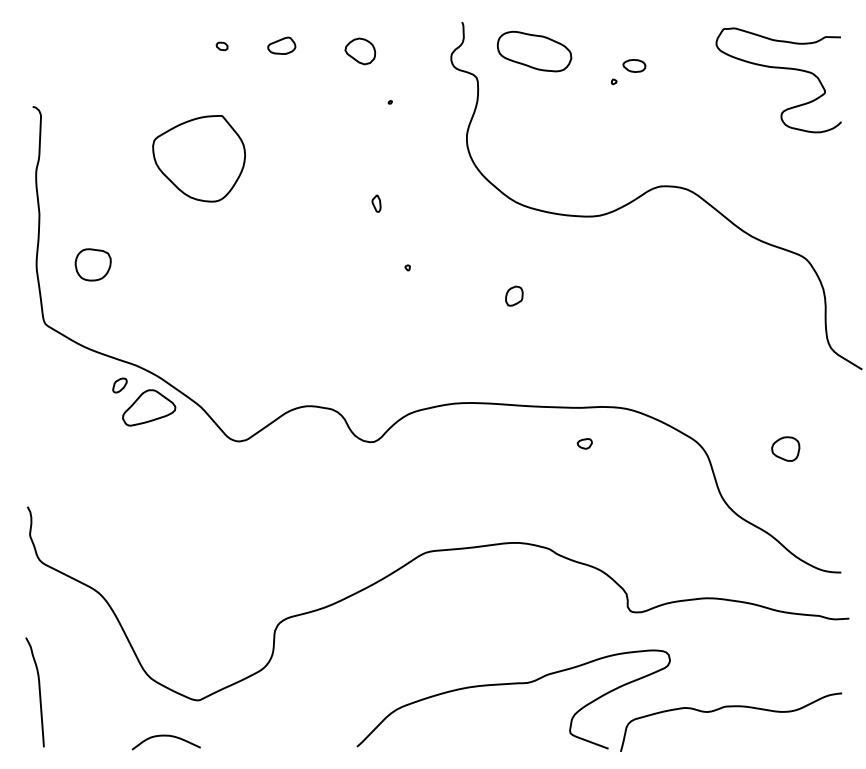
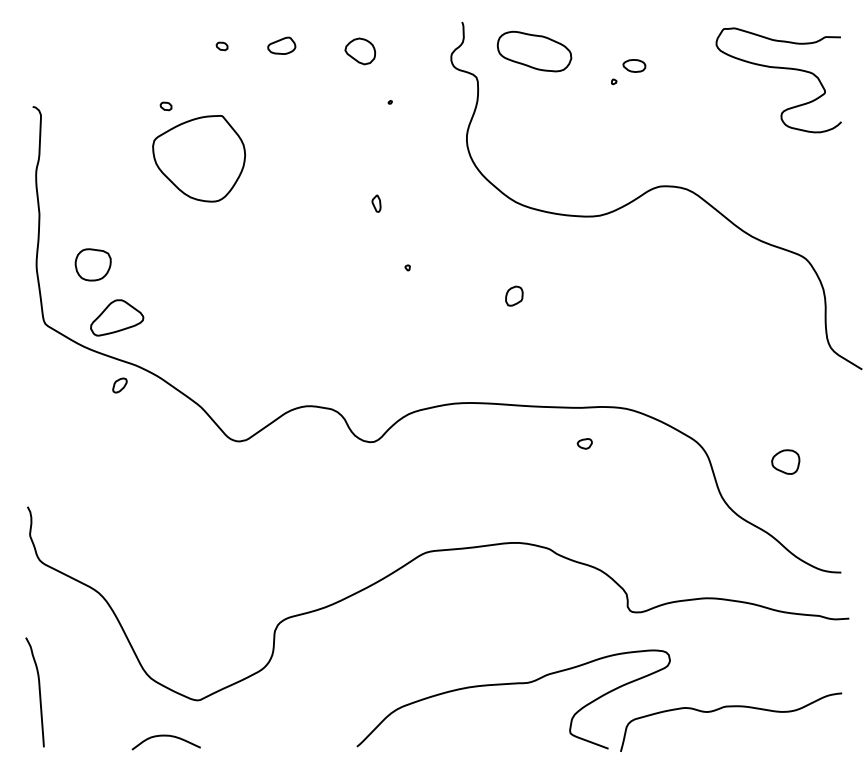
part at (165, 106): none -> present
part at (149, 407) position: (149, 407) -> (117, 317)
part at (785, 448) position: (785, 448) -> (785, 461)
